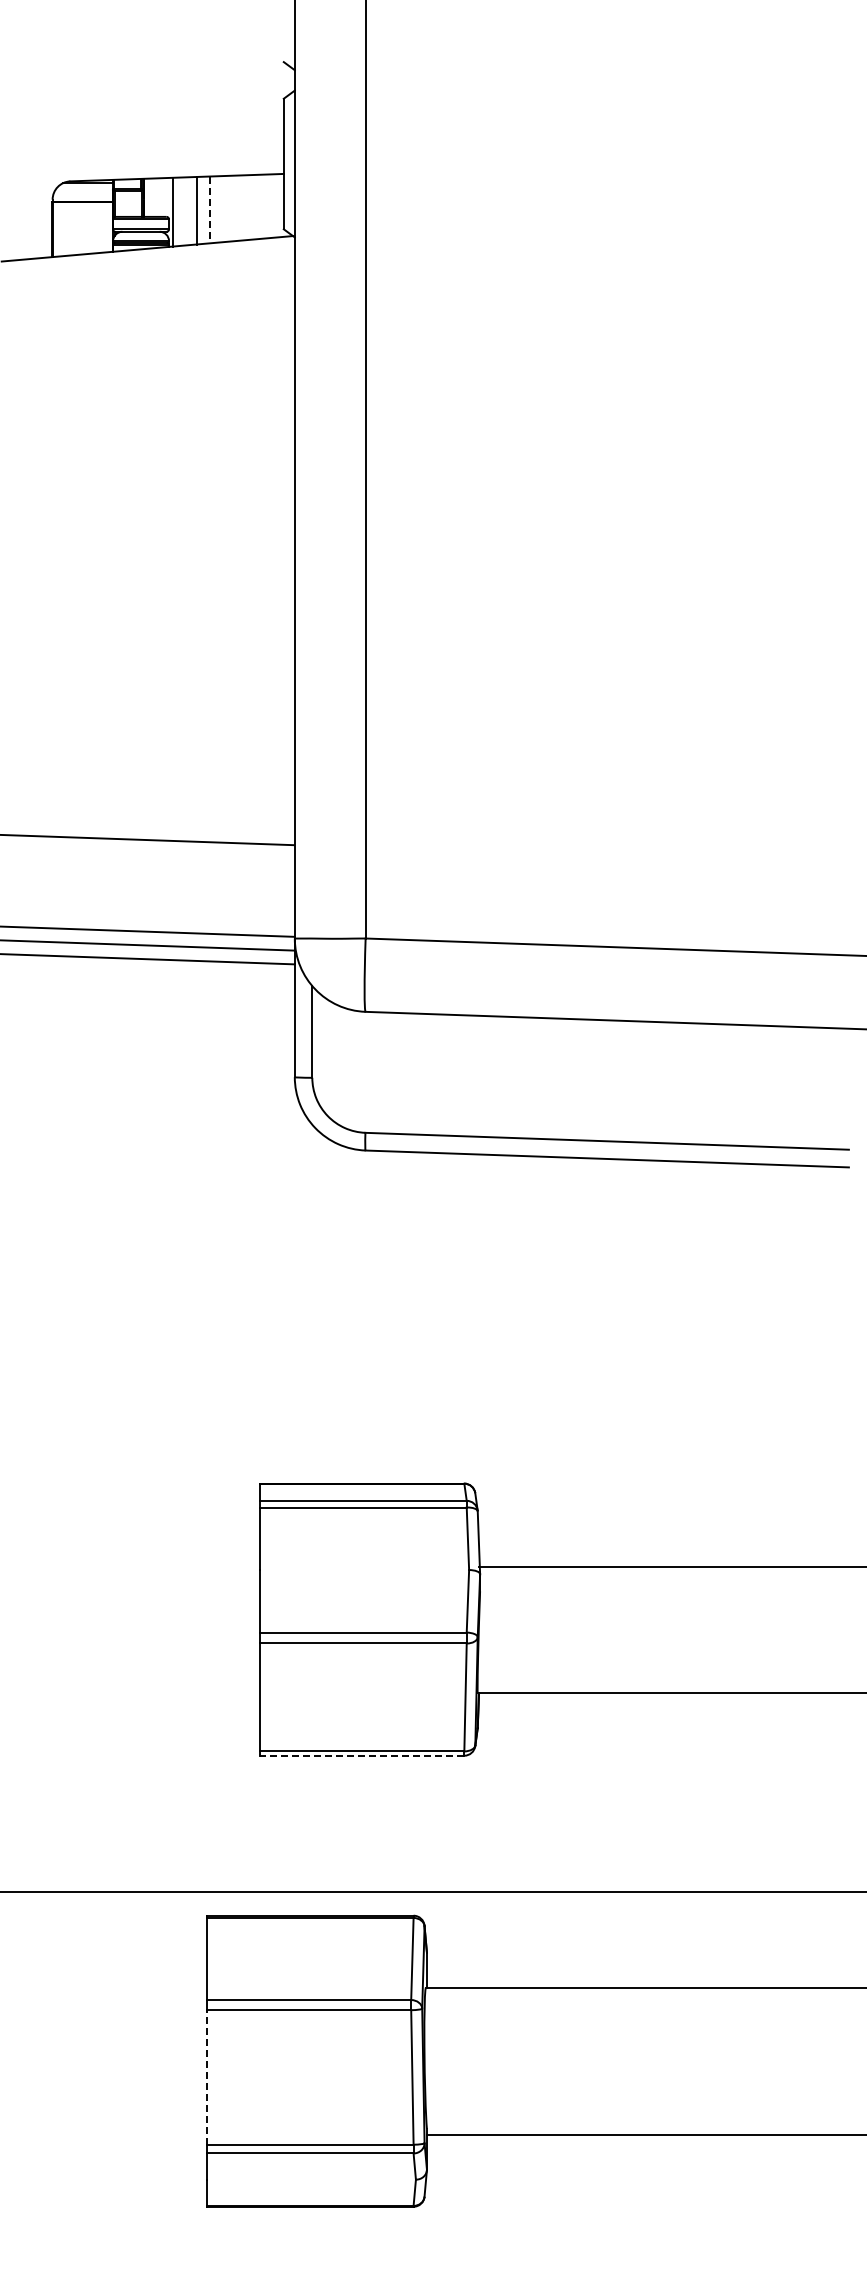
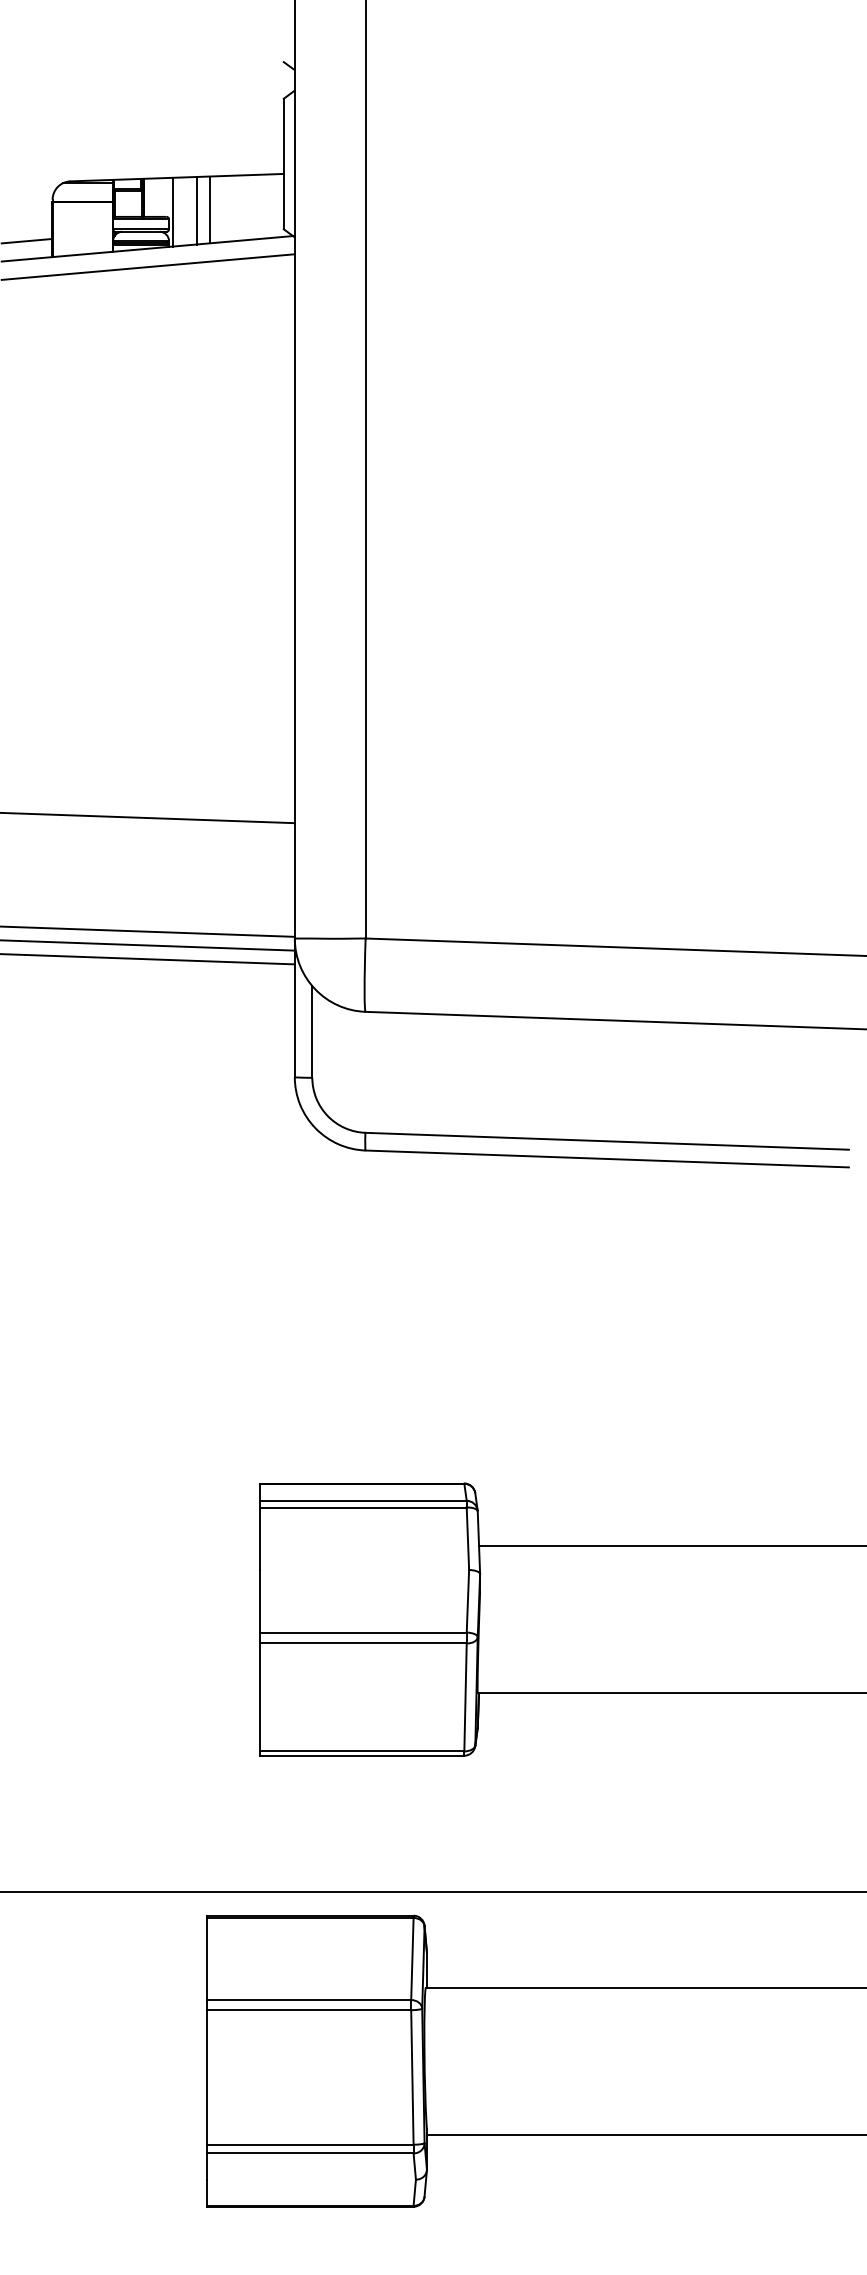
line at (209, 210): dashed -> solid
line at (27, 240): none -> present
line at (148, 266): none -> present
line at (147, 840) position: (147, 840) -> (148, 817)
line at (671, 1567) position: (671, 1567) -> (671, 1546)
line at (361, 1755): dashed -> solid
line at (206, 2076): dashed -> solid
